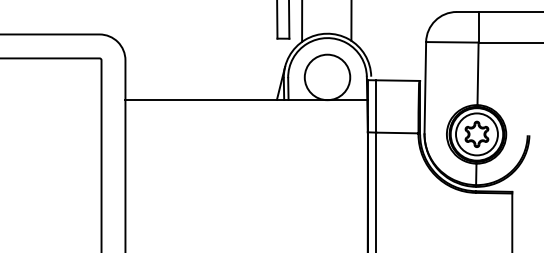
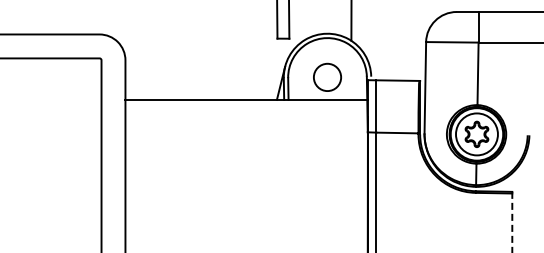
line at (302, 21): present -> none
circle at (327, 77) diameter: 45 px -> 27 px
line at (512, 222): solid -> dashed
